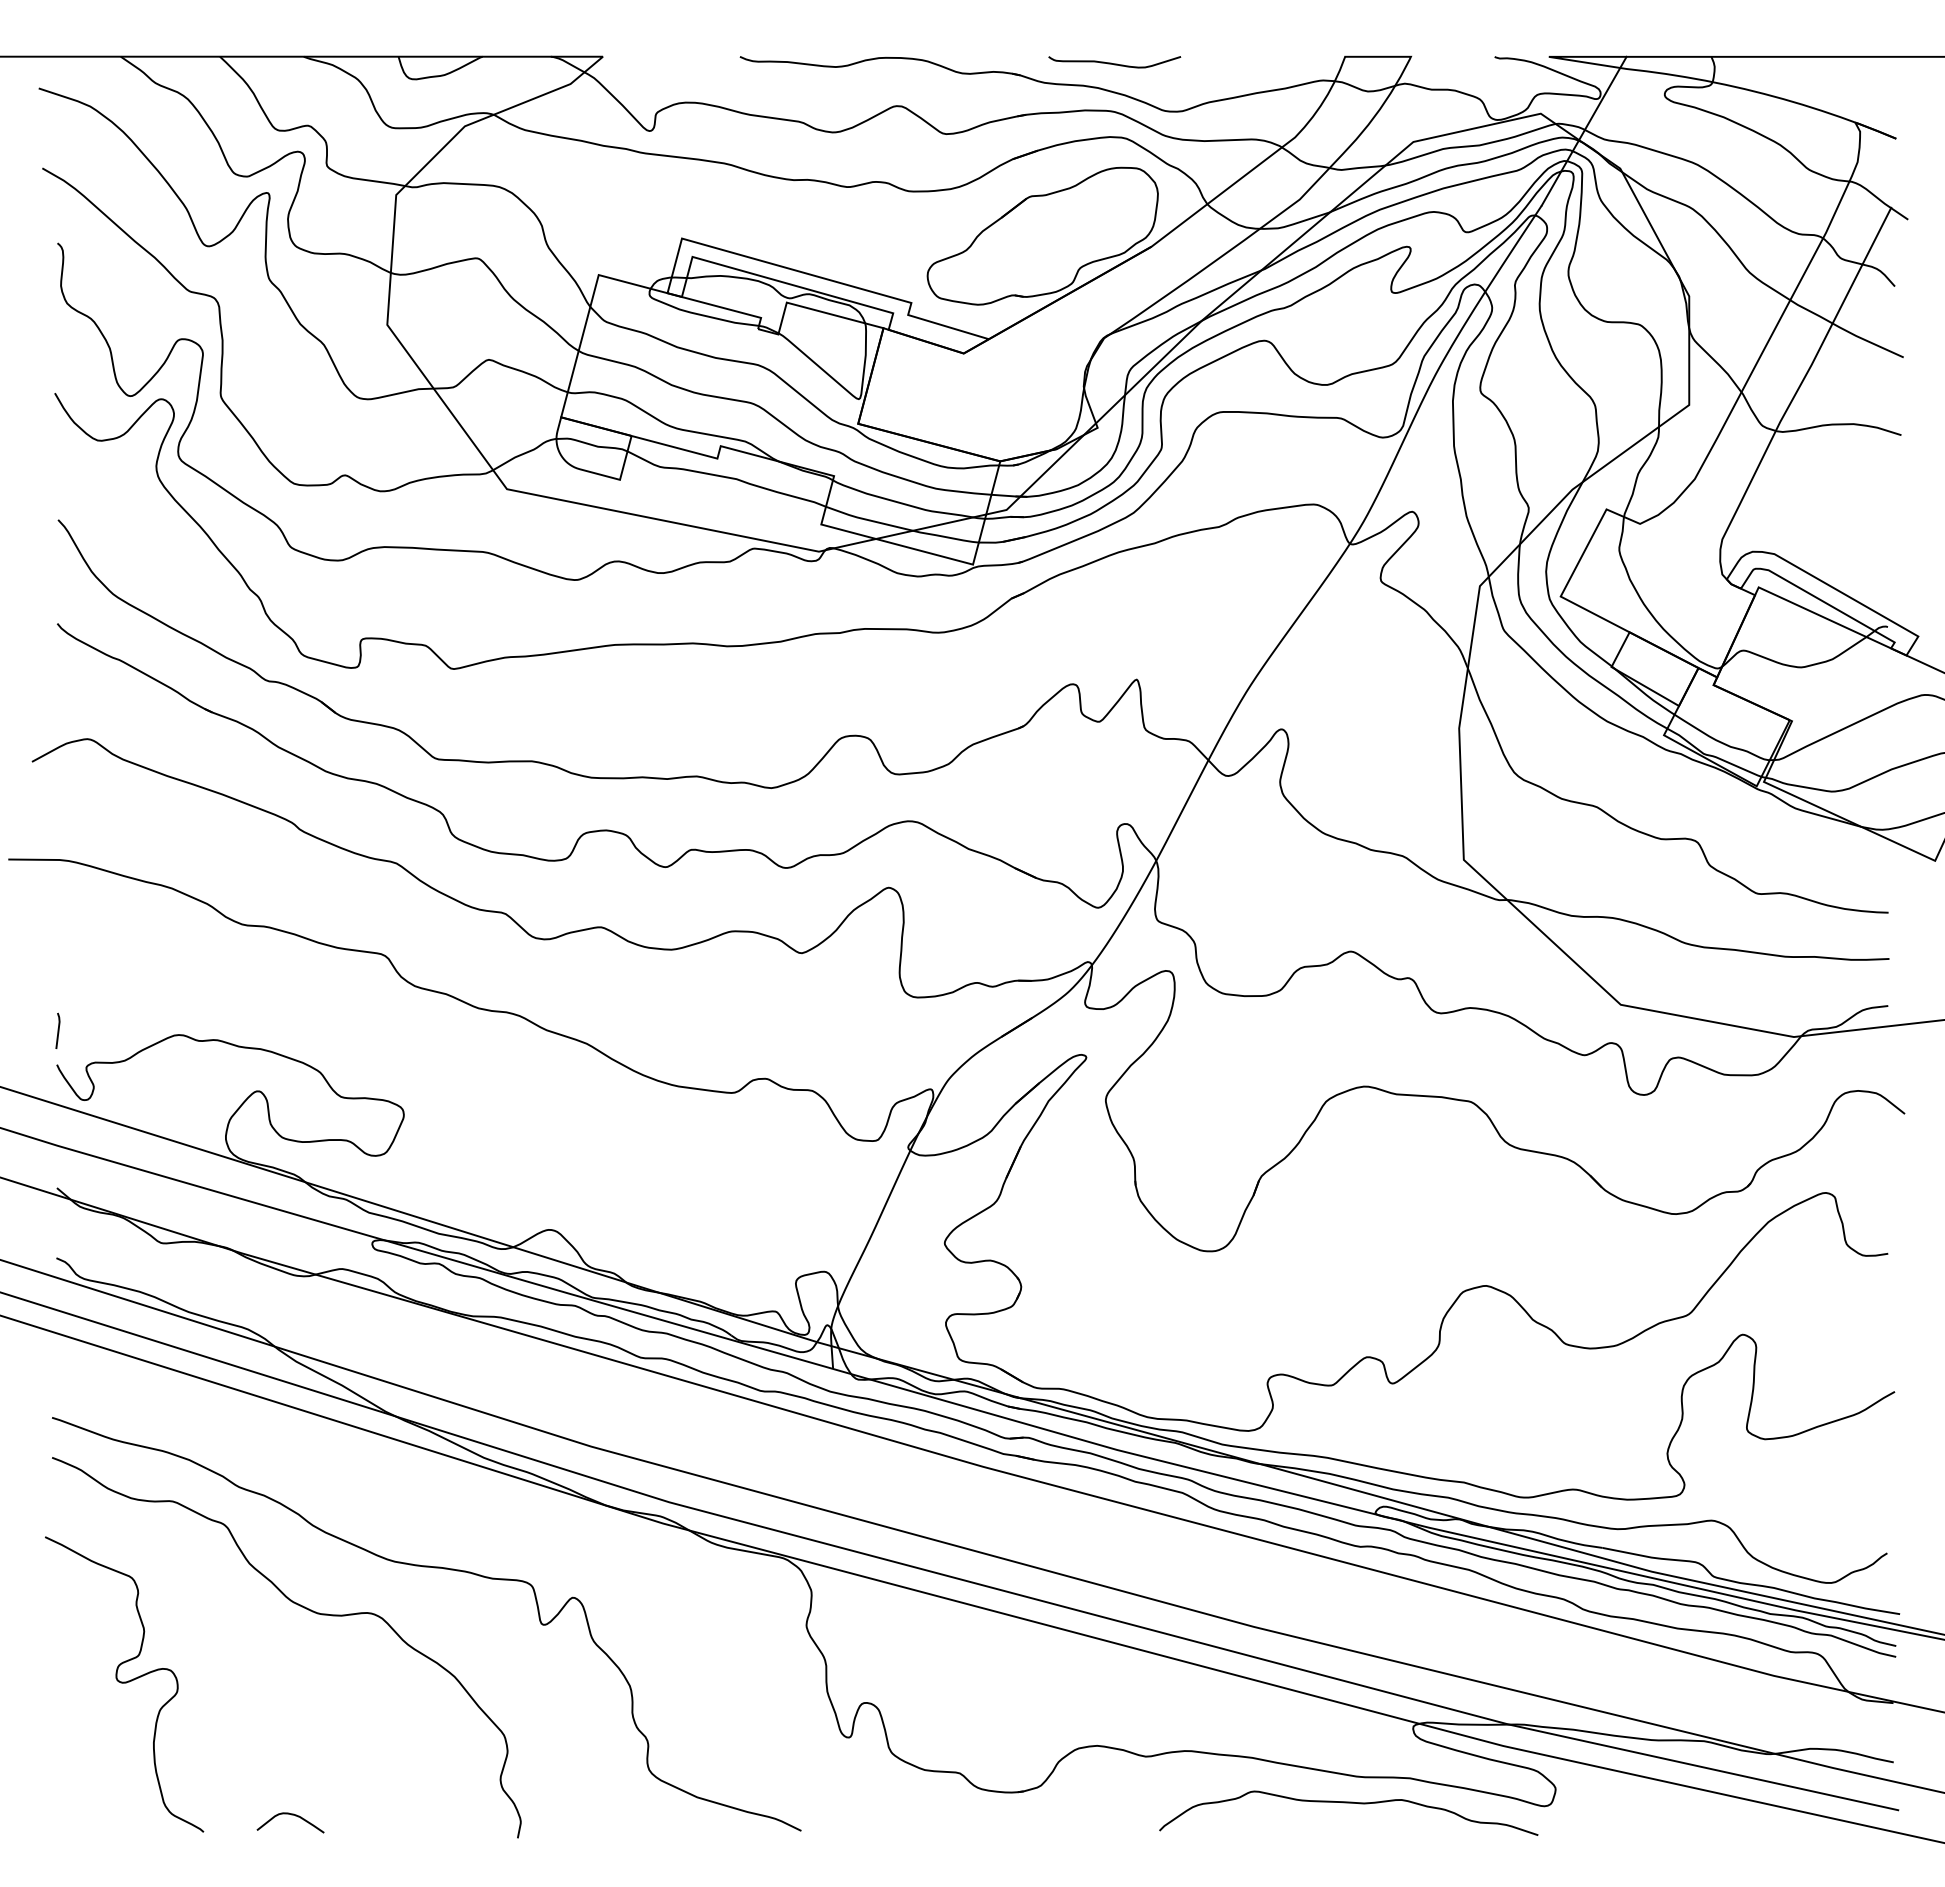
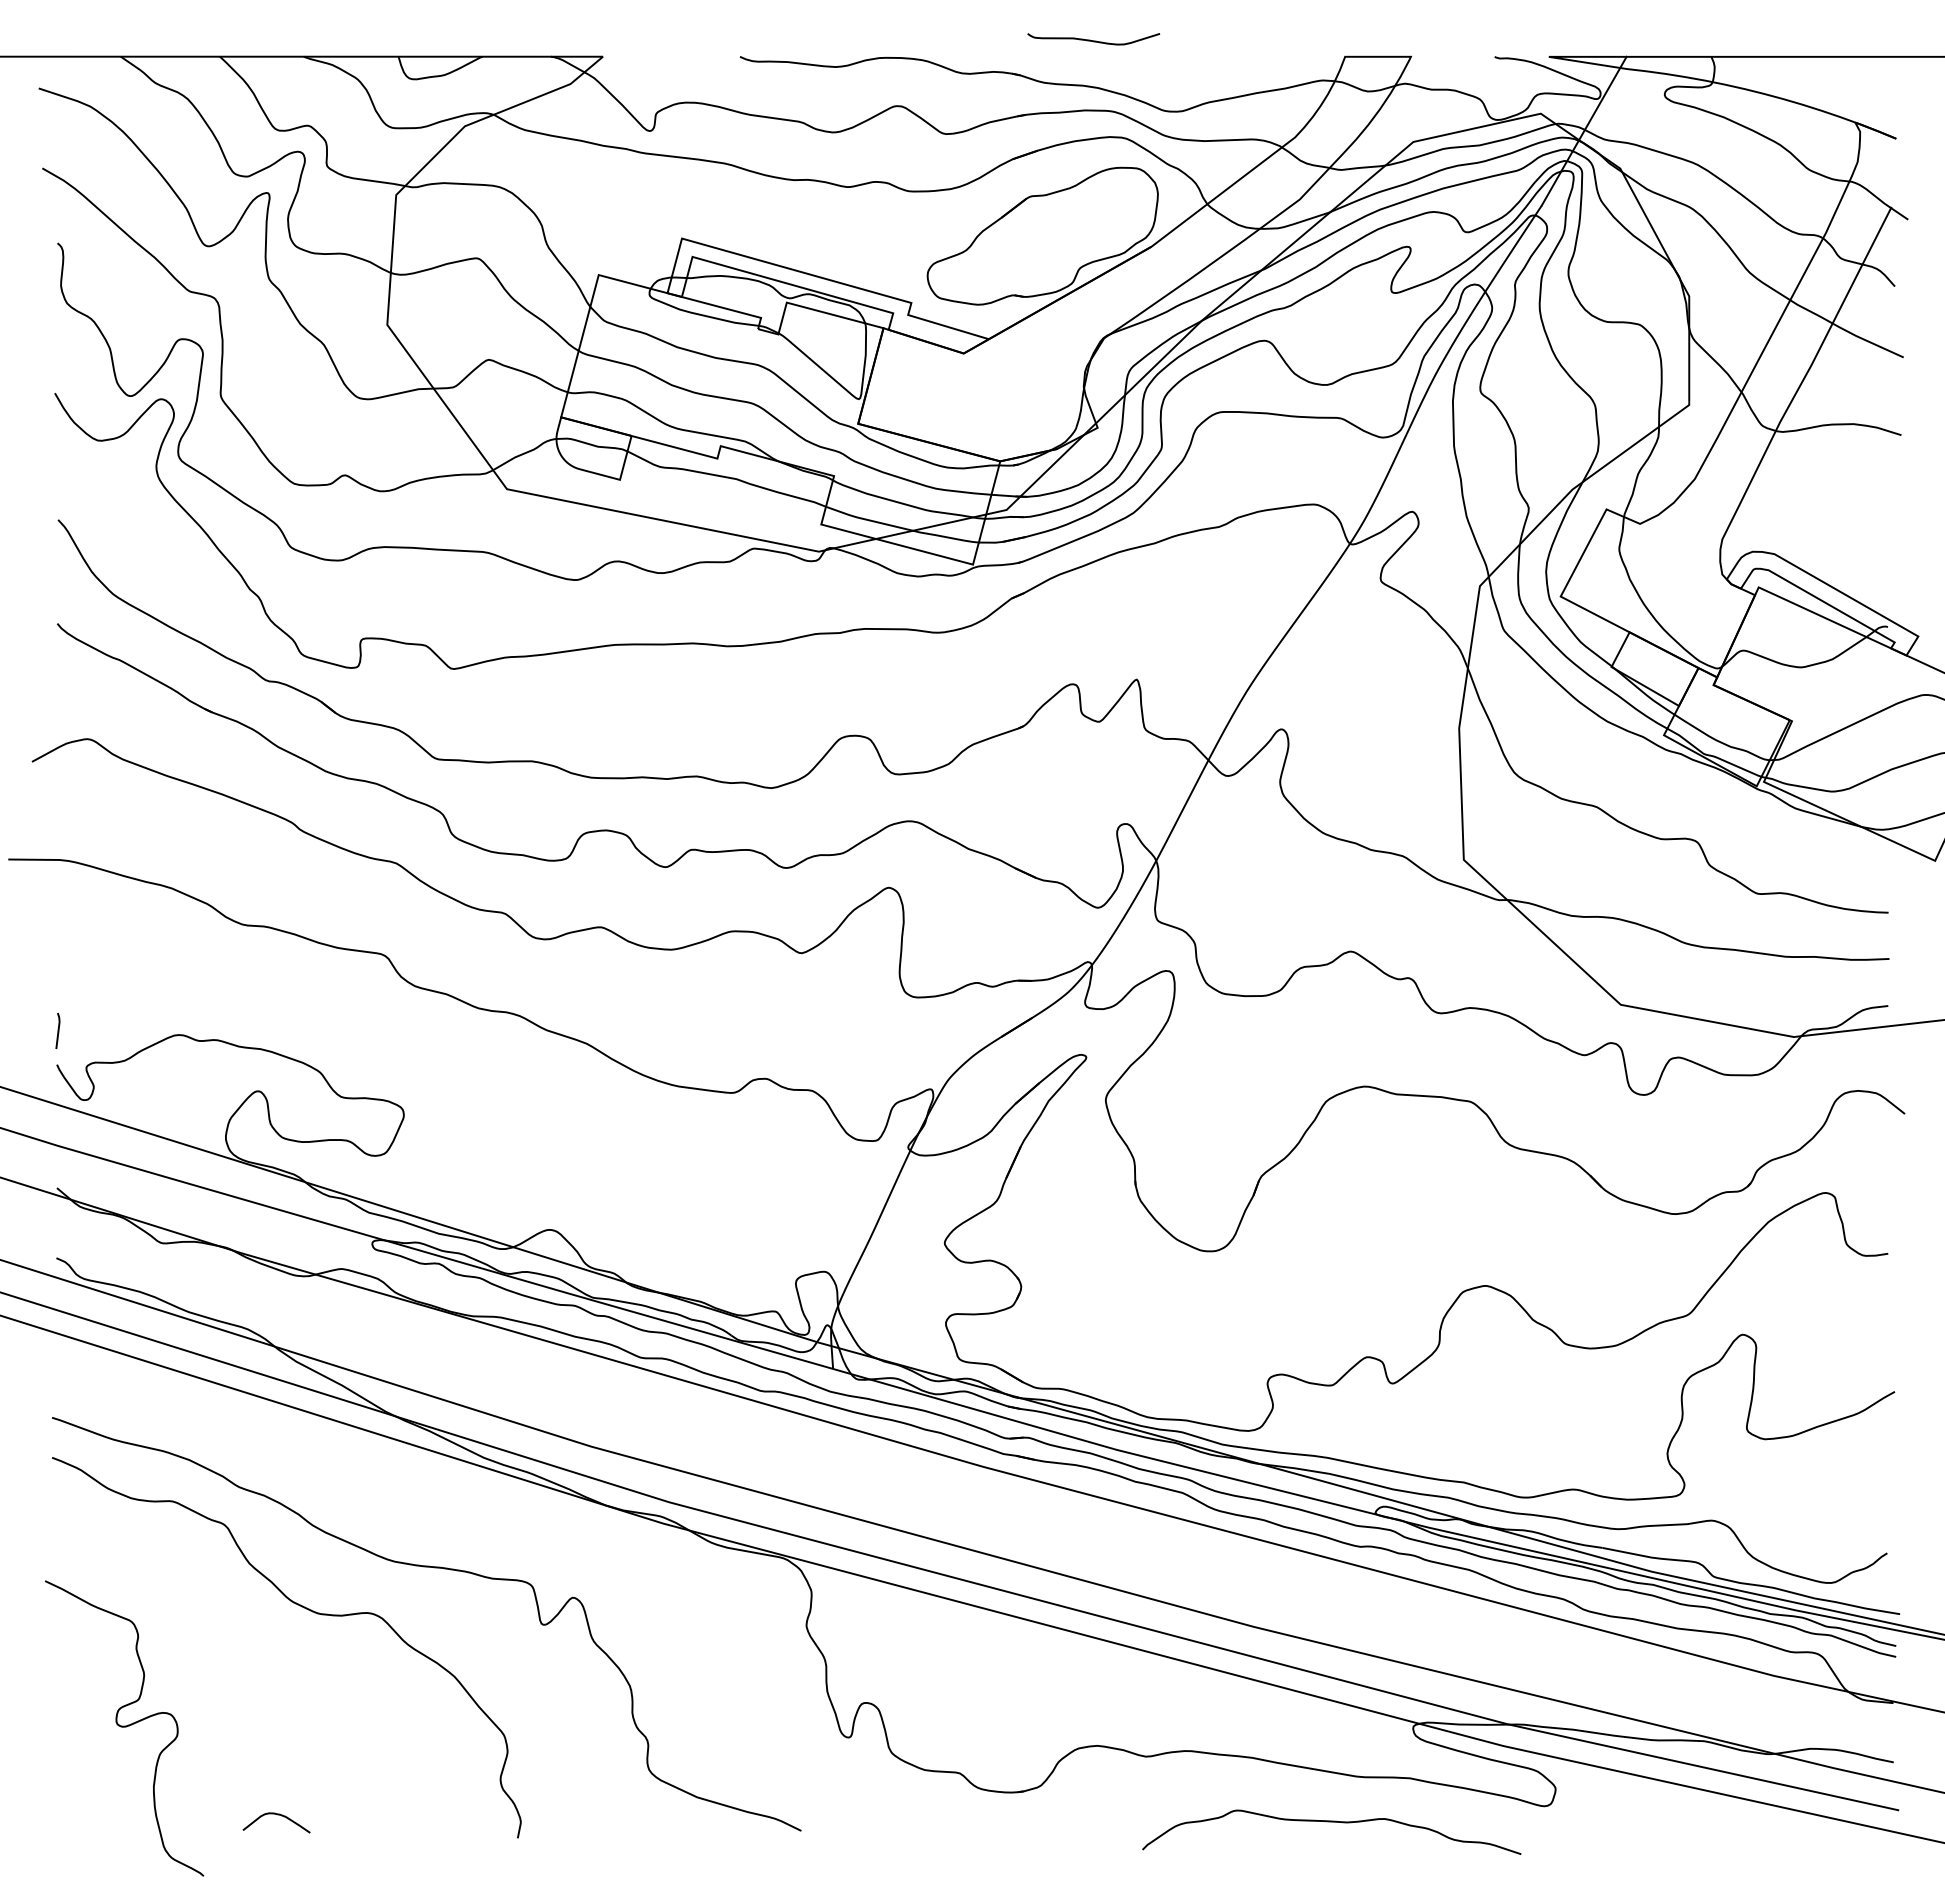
curve at (1114, 63) position: (1114, 63) -> (1093, 40)
curve at (124, 1683) position: (124, 1683) -> (124, 1727)
curve at (1348, 1803) position: (1348, 1803) -> (1331, 1822)
curve at (291, 1815) position: (291, 1815) -> (277, 1815)
